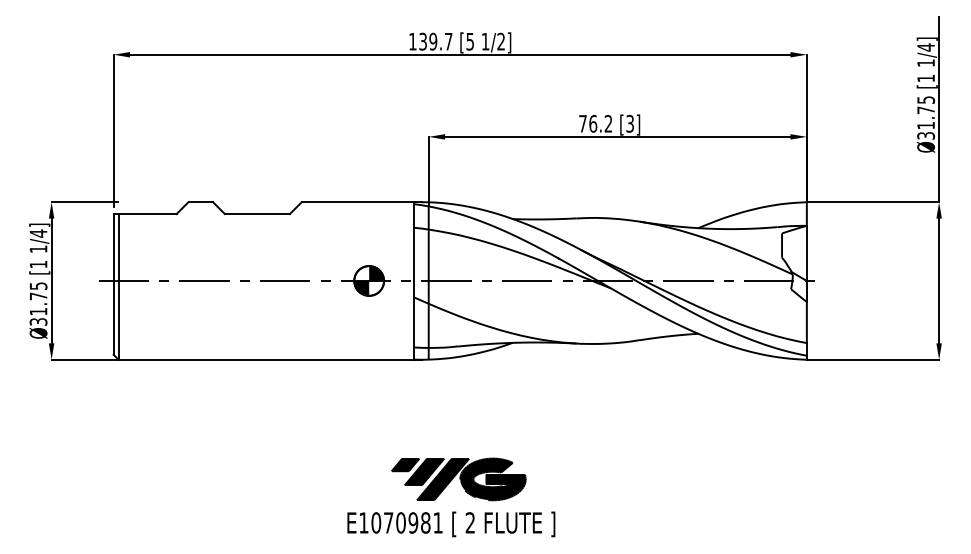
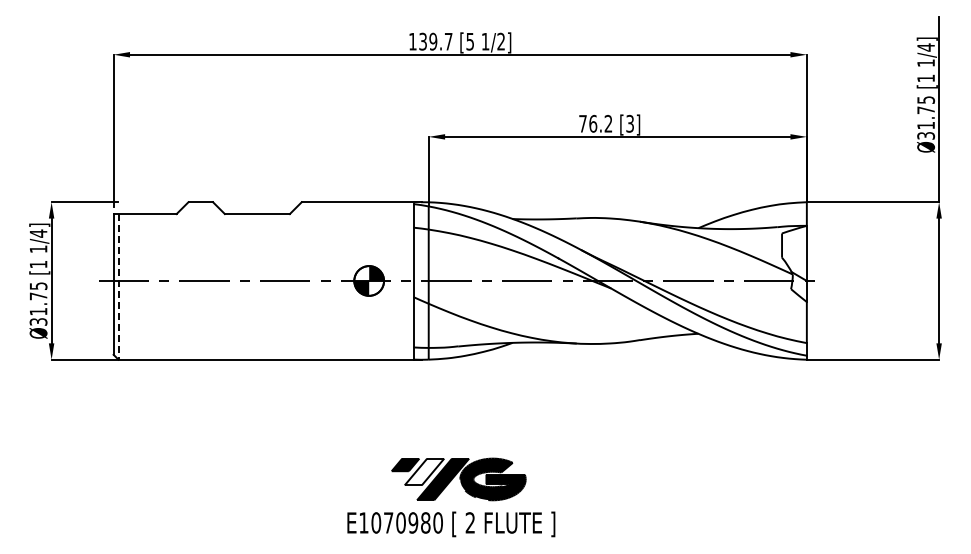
line at (118, 286): solid -> dashed
fill at (424, 471): present -> none
text at (437, 522): E1070981 -> E1070980
